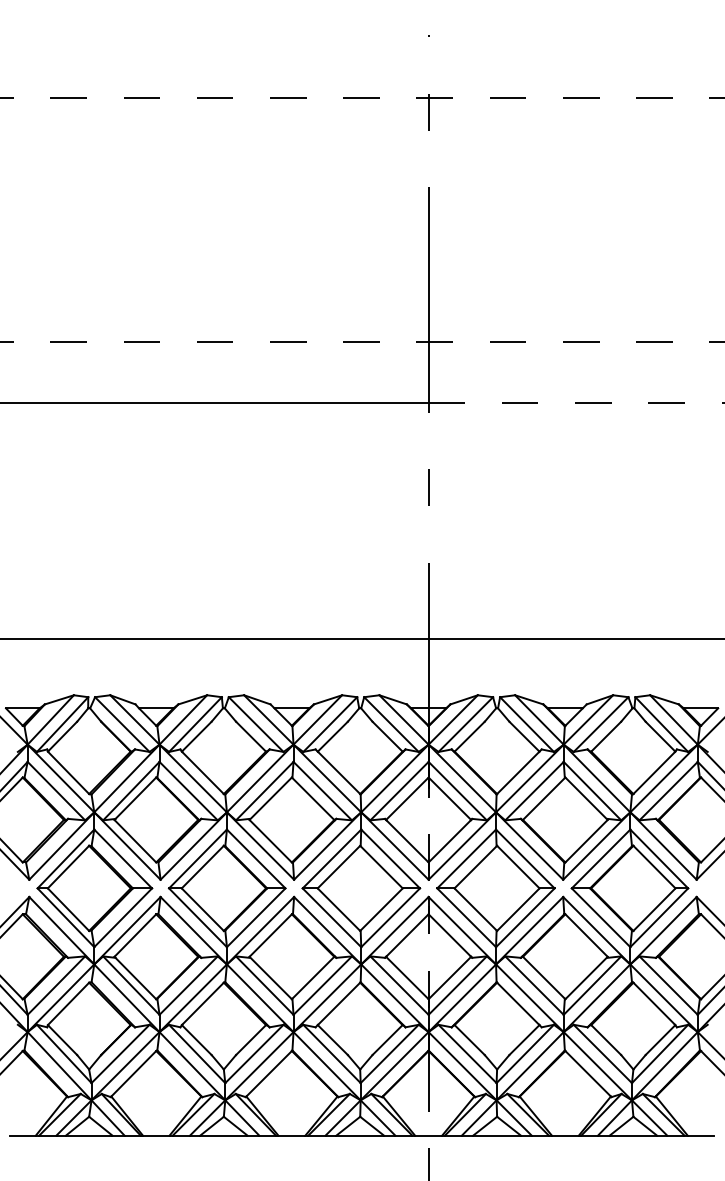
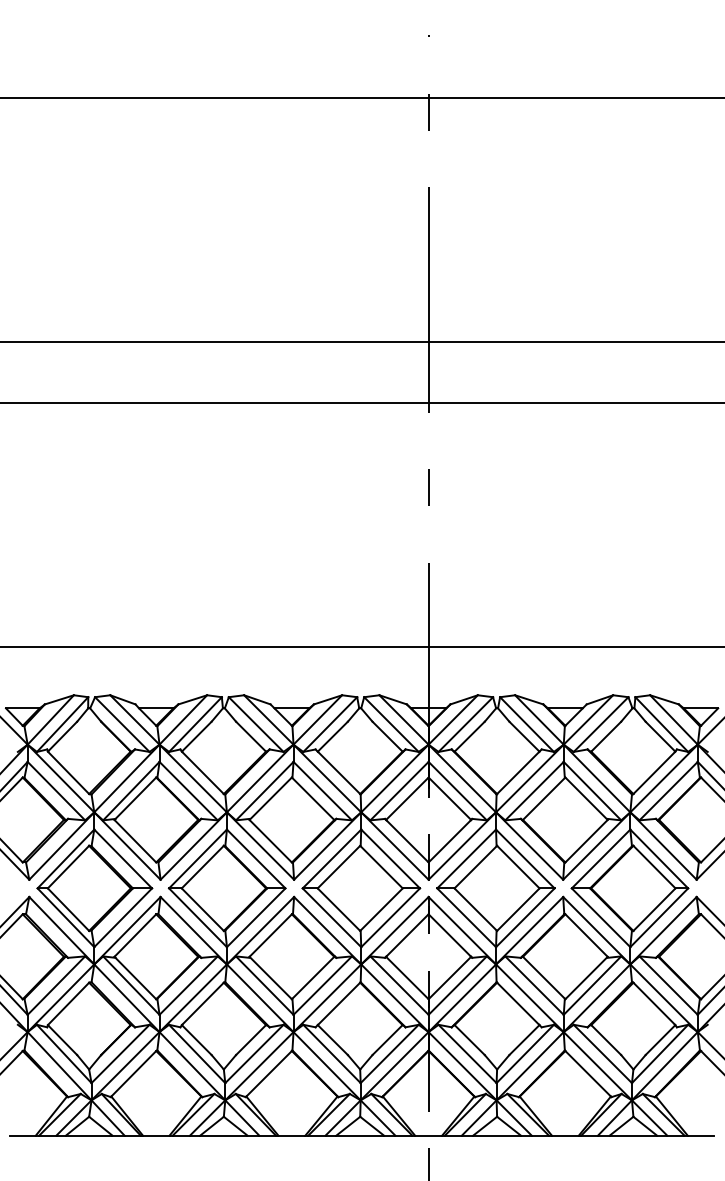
line at (362, 98): dashed -> solid
line at (362, 342): dashed -> solid
line at (576, 403): dashed -> solid
line at (361, 639) position: (361, 639) -> (361, 647)
